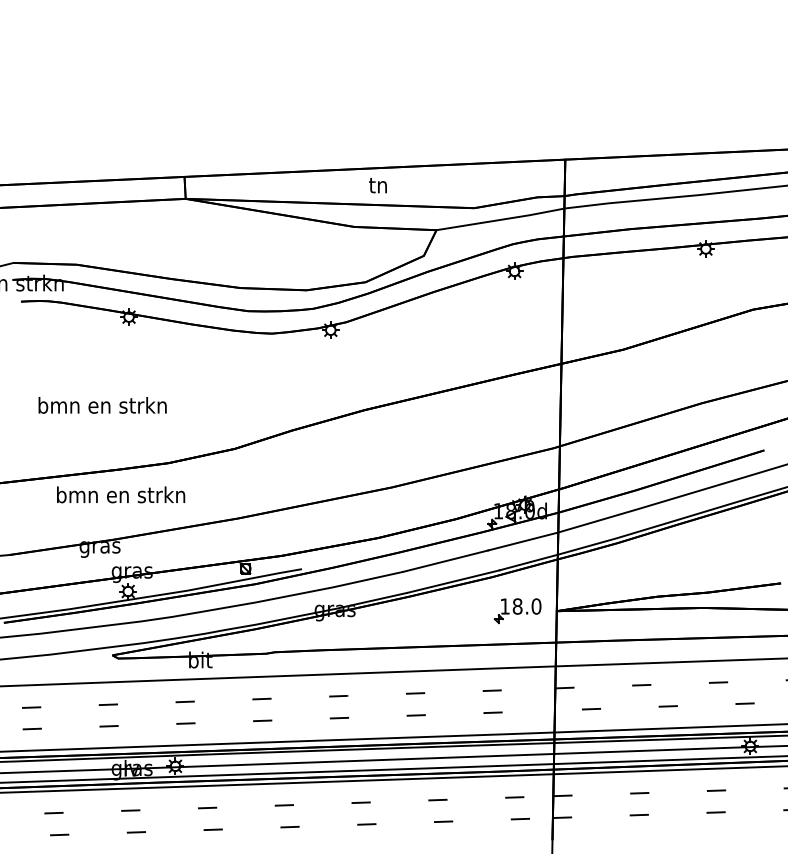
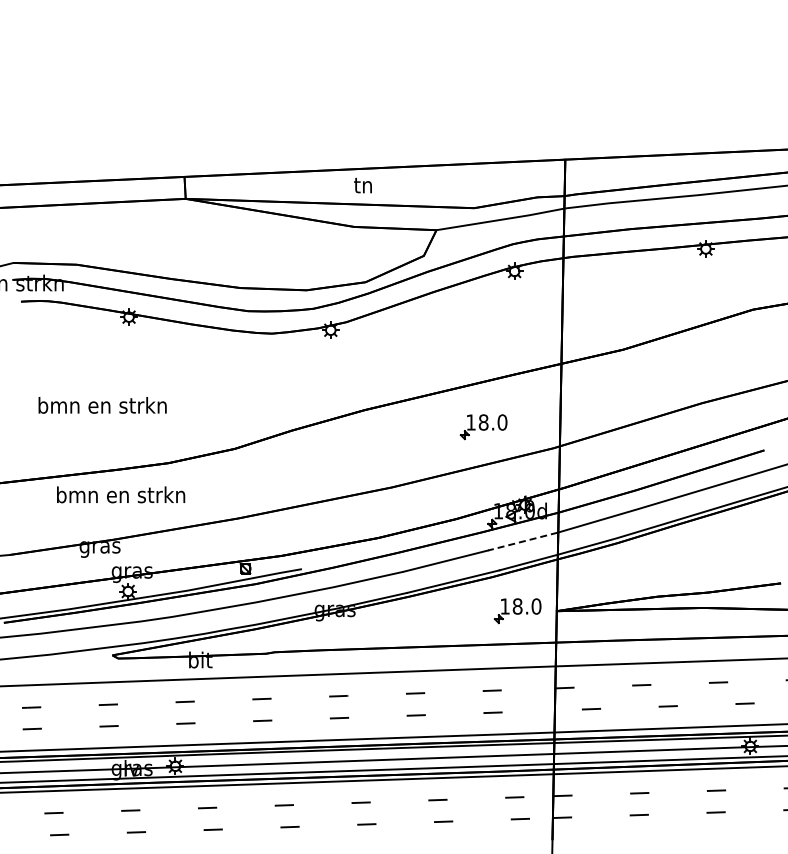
text at (377, 185) position: (377, 185) -> (362, 185)
part at (483, 427): none -> present
line at (522, 541): solid -> dashed
